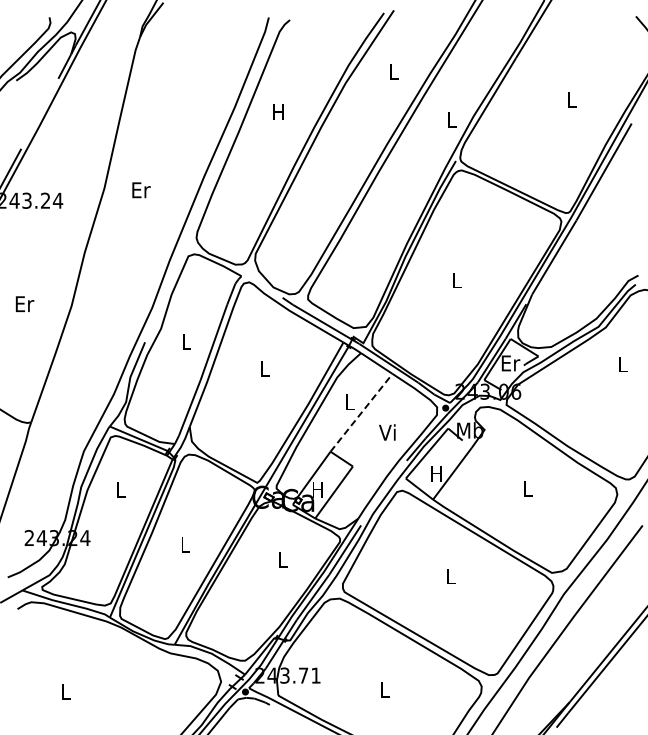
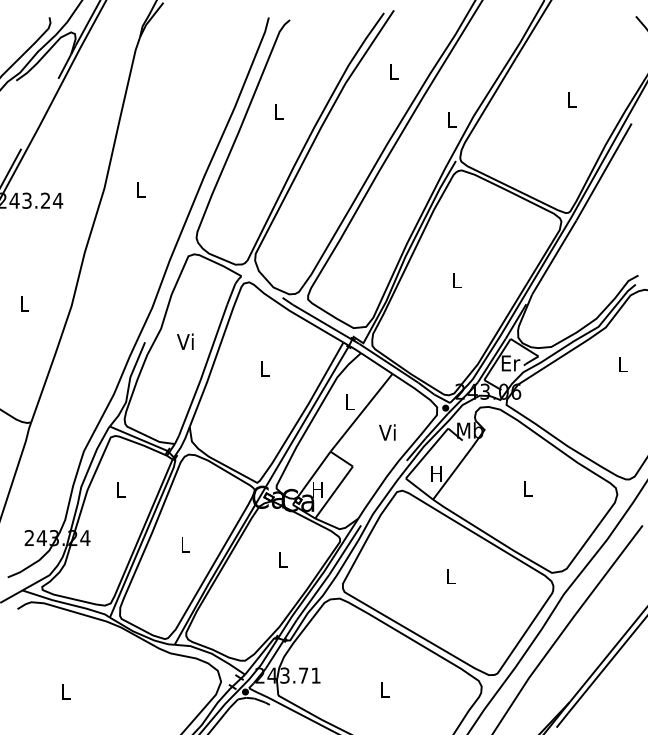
text at (278, 111): H -> L
text at (141, 190): Er -> L
text at (24, 304): Er -> L
text at (185, 341): L -> Vi
line at (361, 412): dashed -> solid
